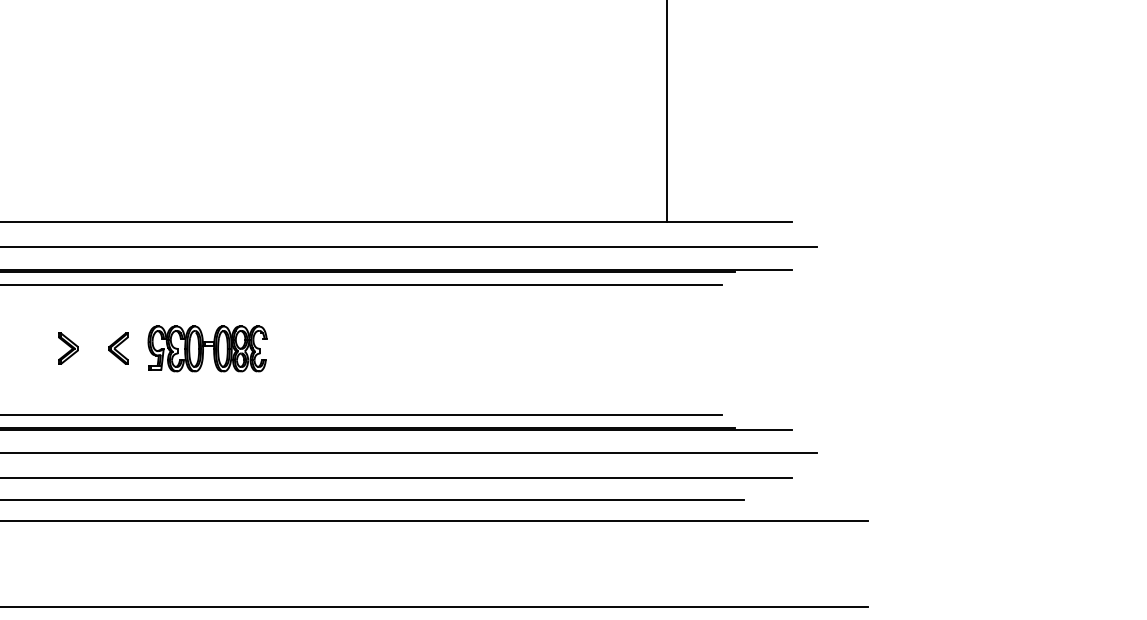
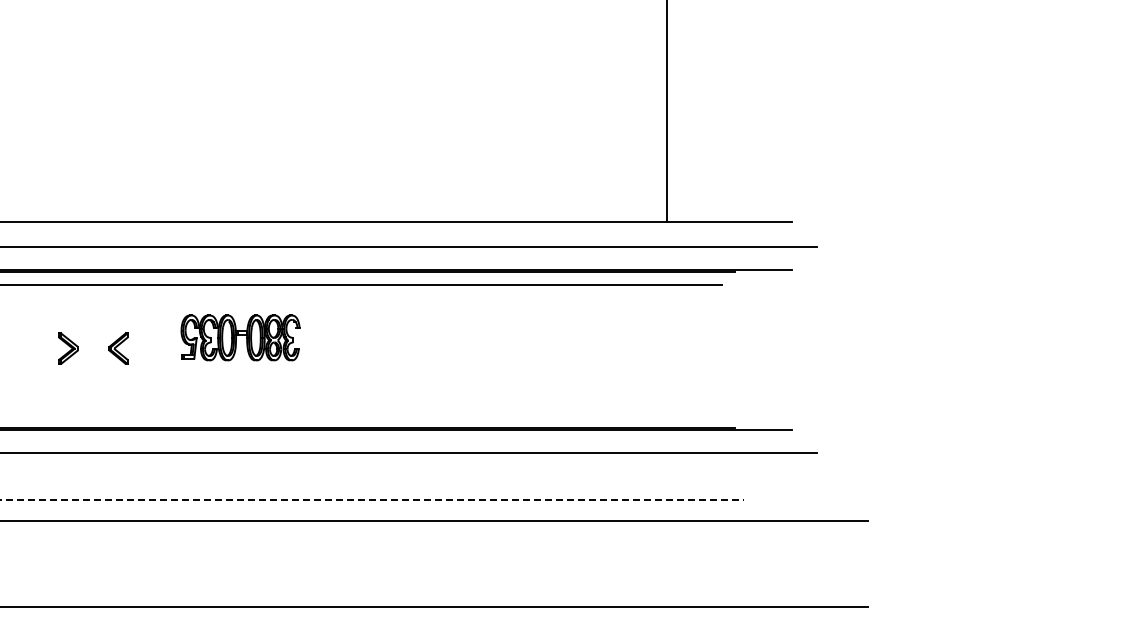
part at (207, 348) position: (207, 348) -> (240, 337)
line at (362, 415): present -> none
line at (396, 478): present -> none
line at (372, 499): solid -> dashed
